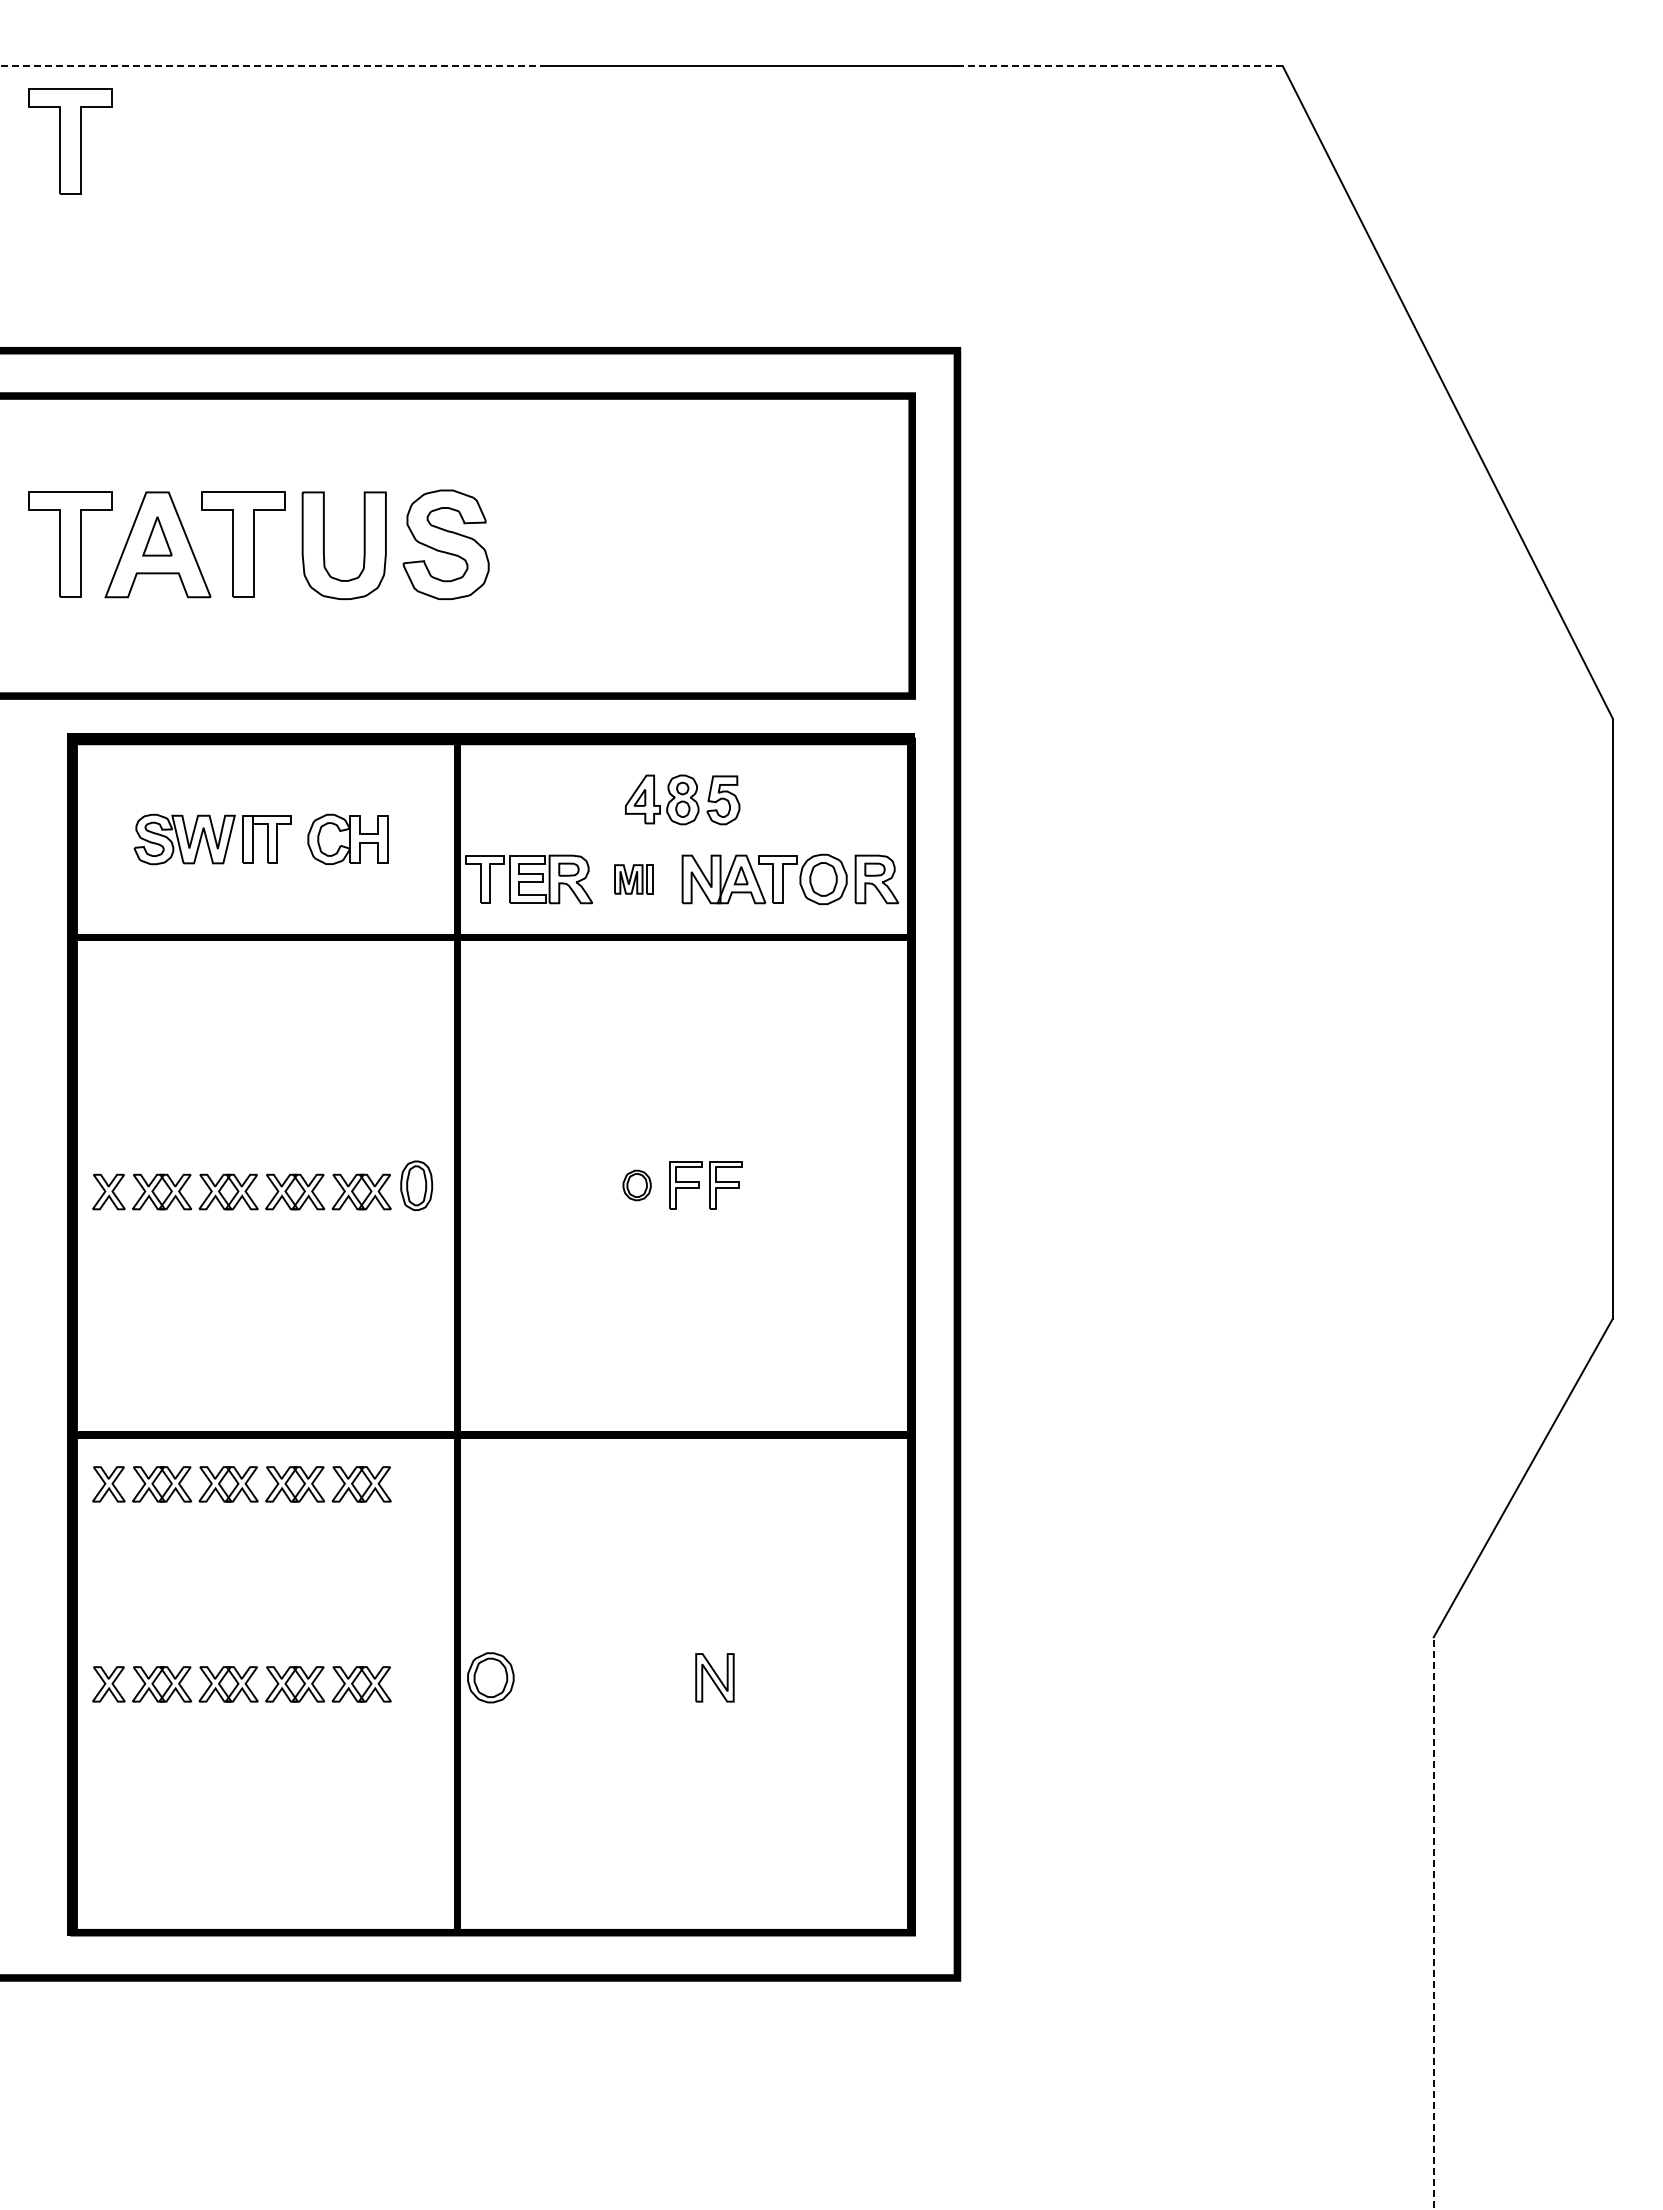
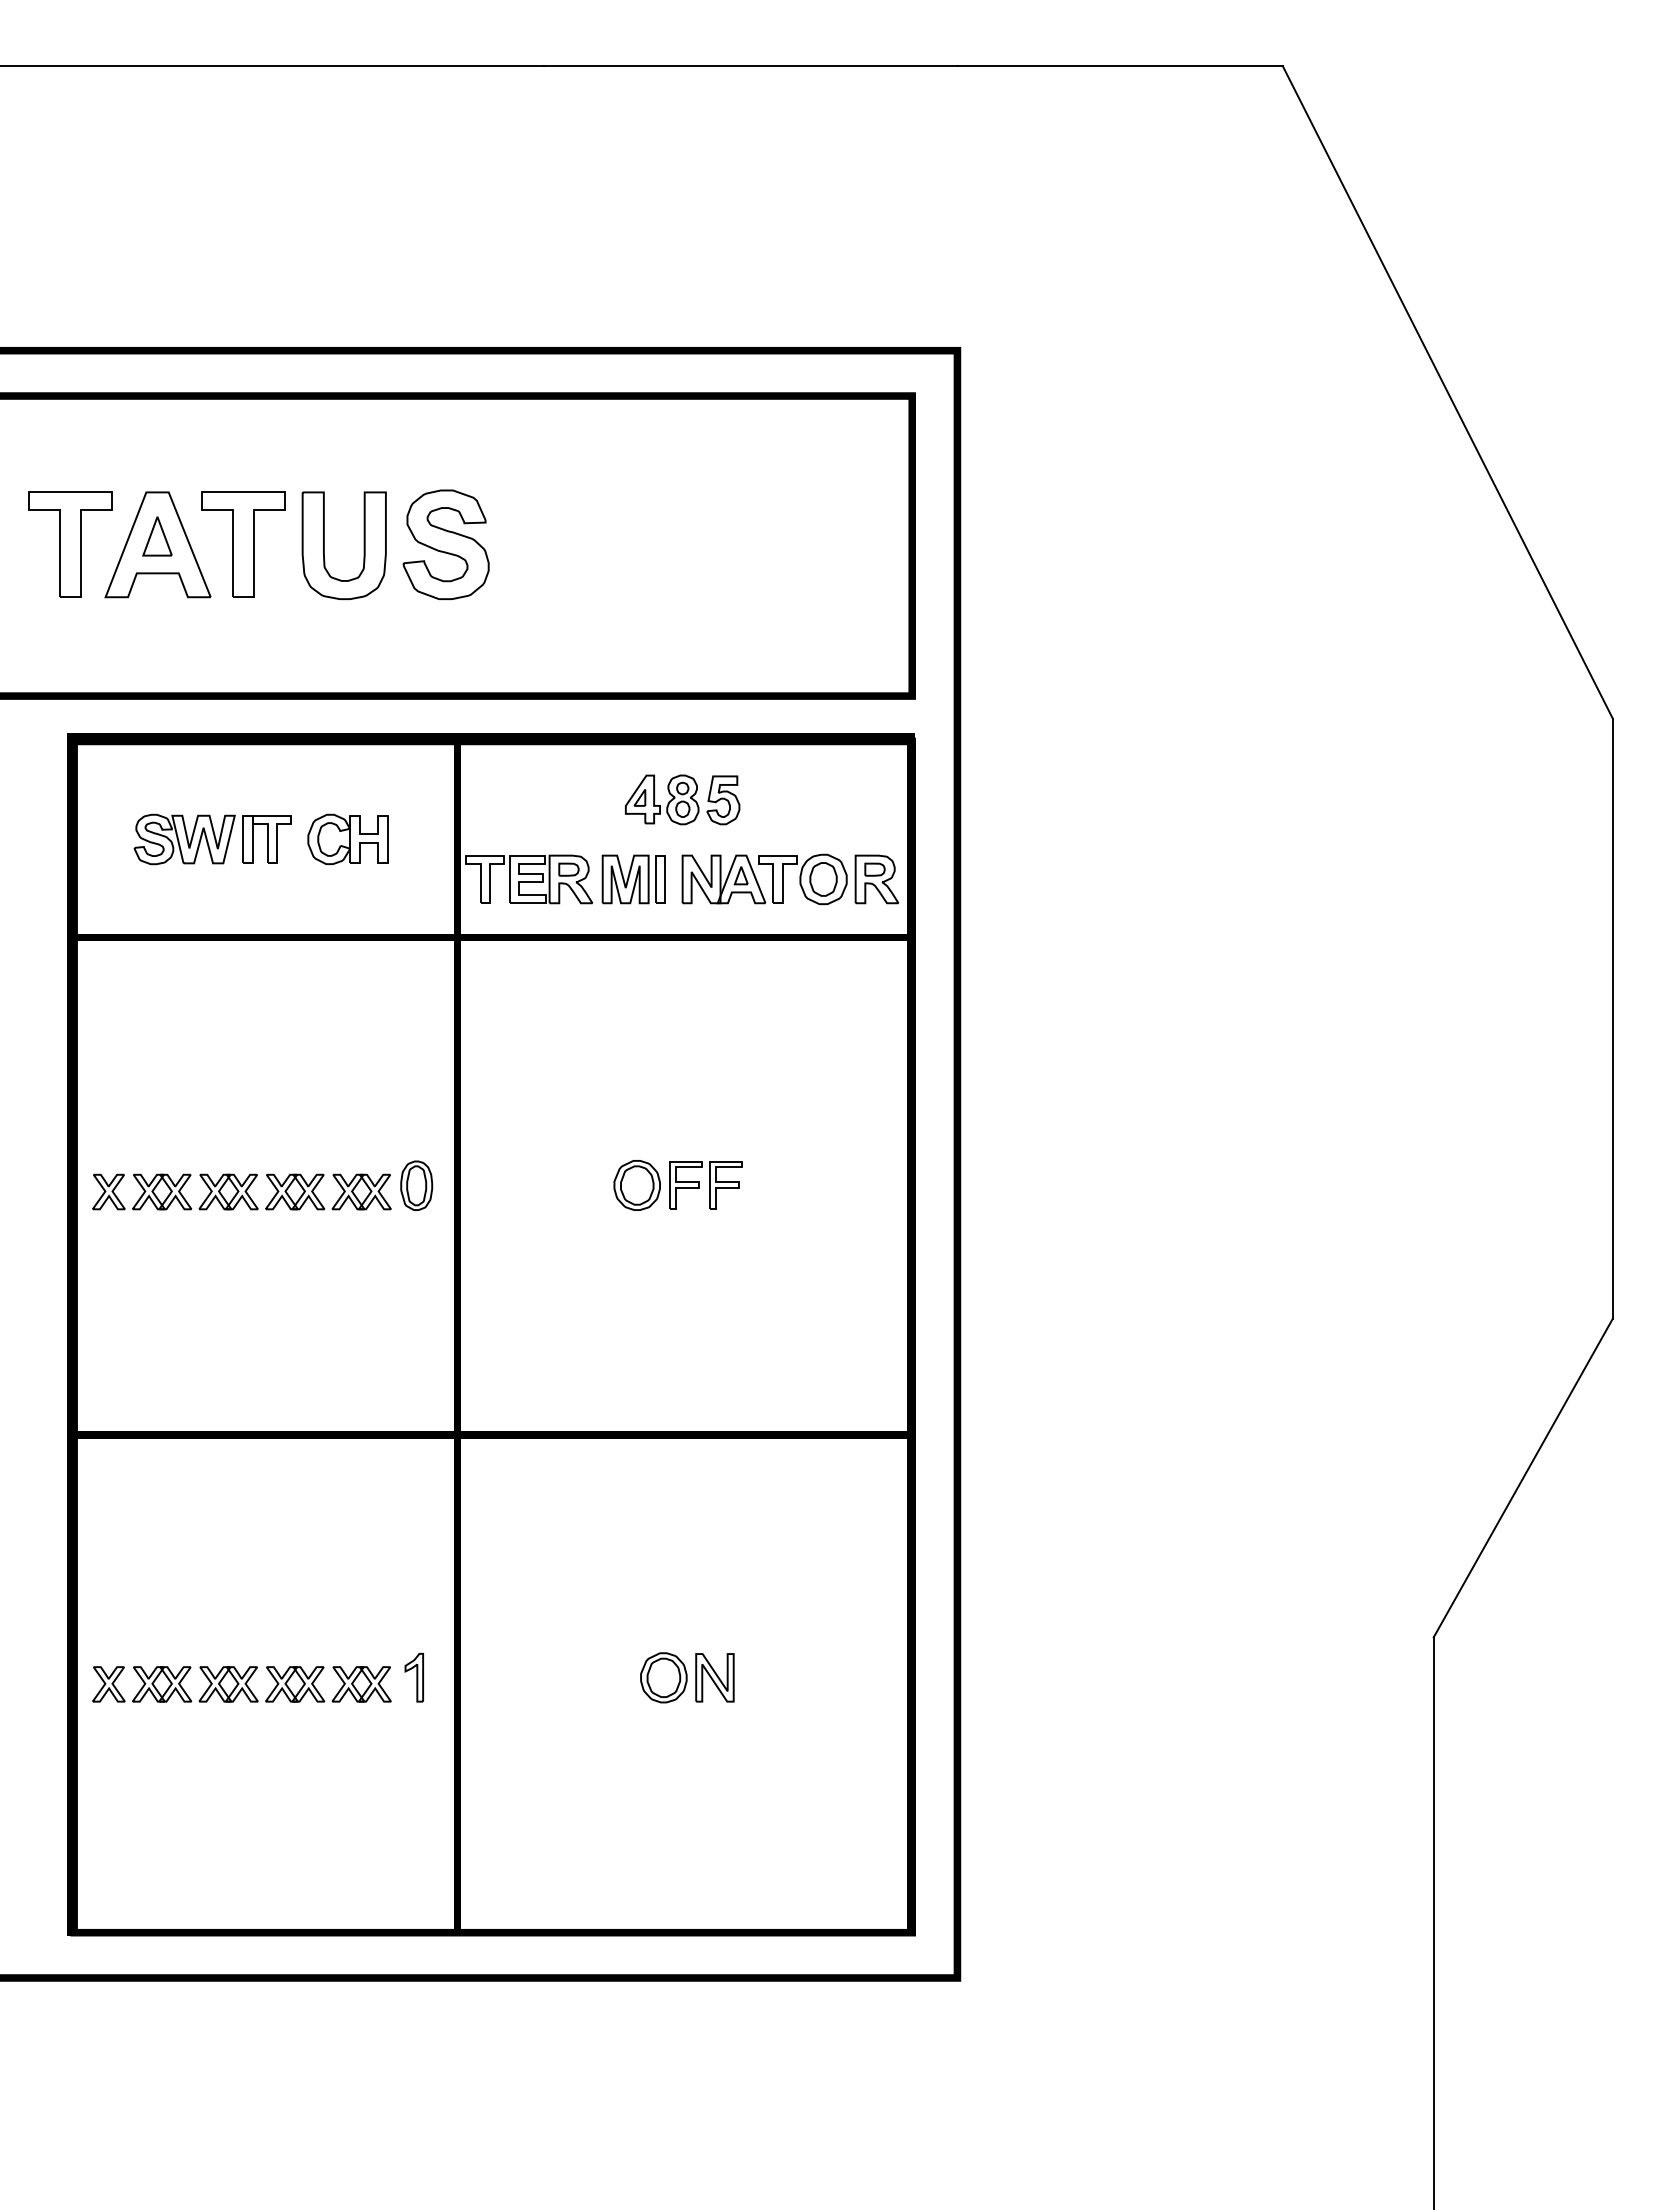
line at (272, 66): dashed -> solid
line at (1120, 66): dashed -> solid
part at (70, 141): present -> none
part at (633, 879) size: 40x31 px -> 65x51 px
part at (636, 1185) size: 30x33 px -> 48x51 px
part at (241, 1484): present -> none
part at (413, 1677): none -> present
part at (490, 1677) position: (490, 1677) -> (663, 1677)
line at (1433, 1923): dashed -> solid
